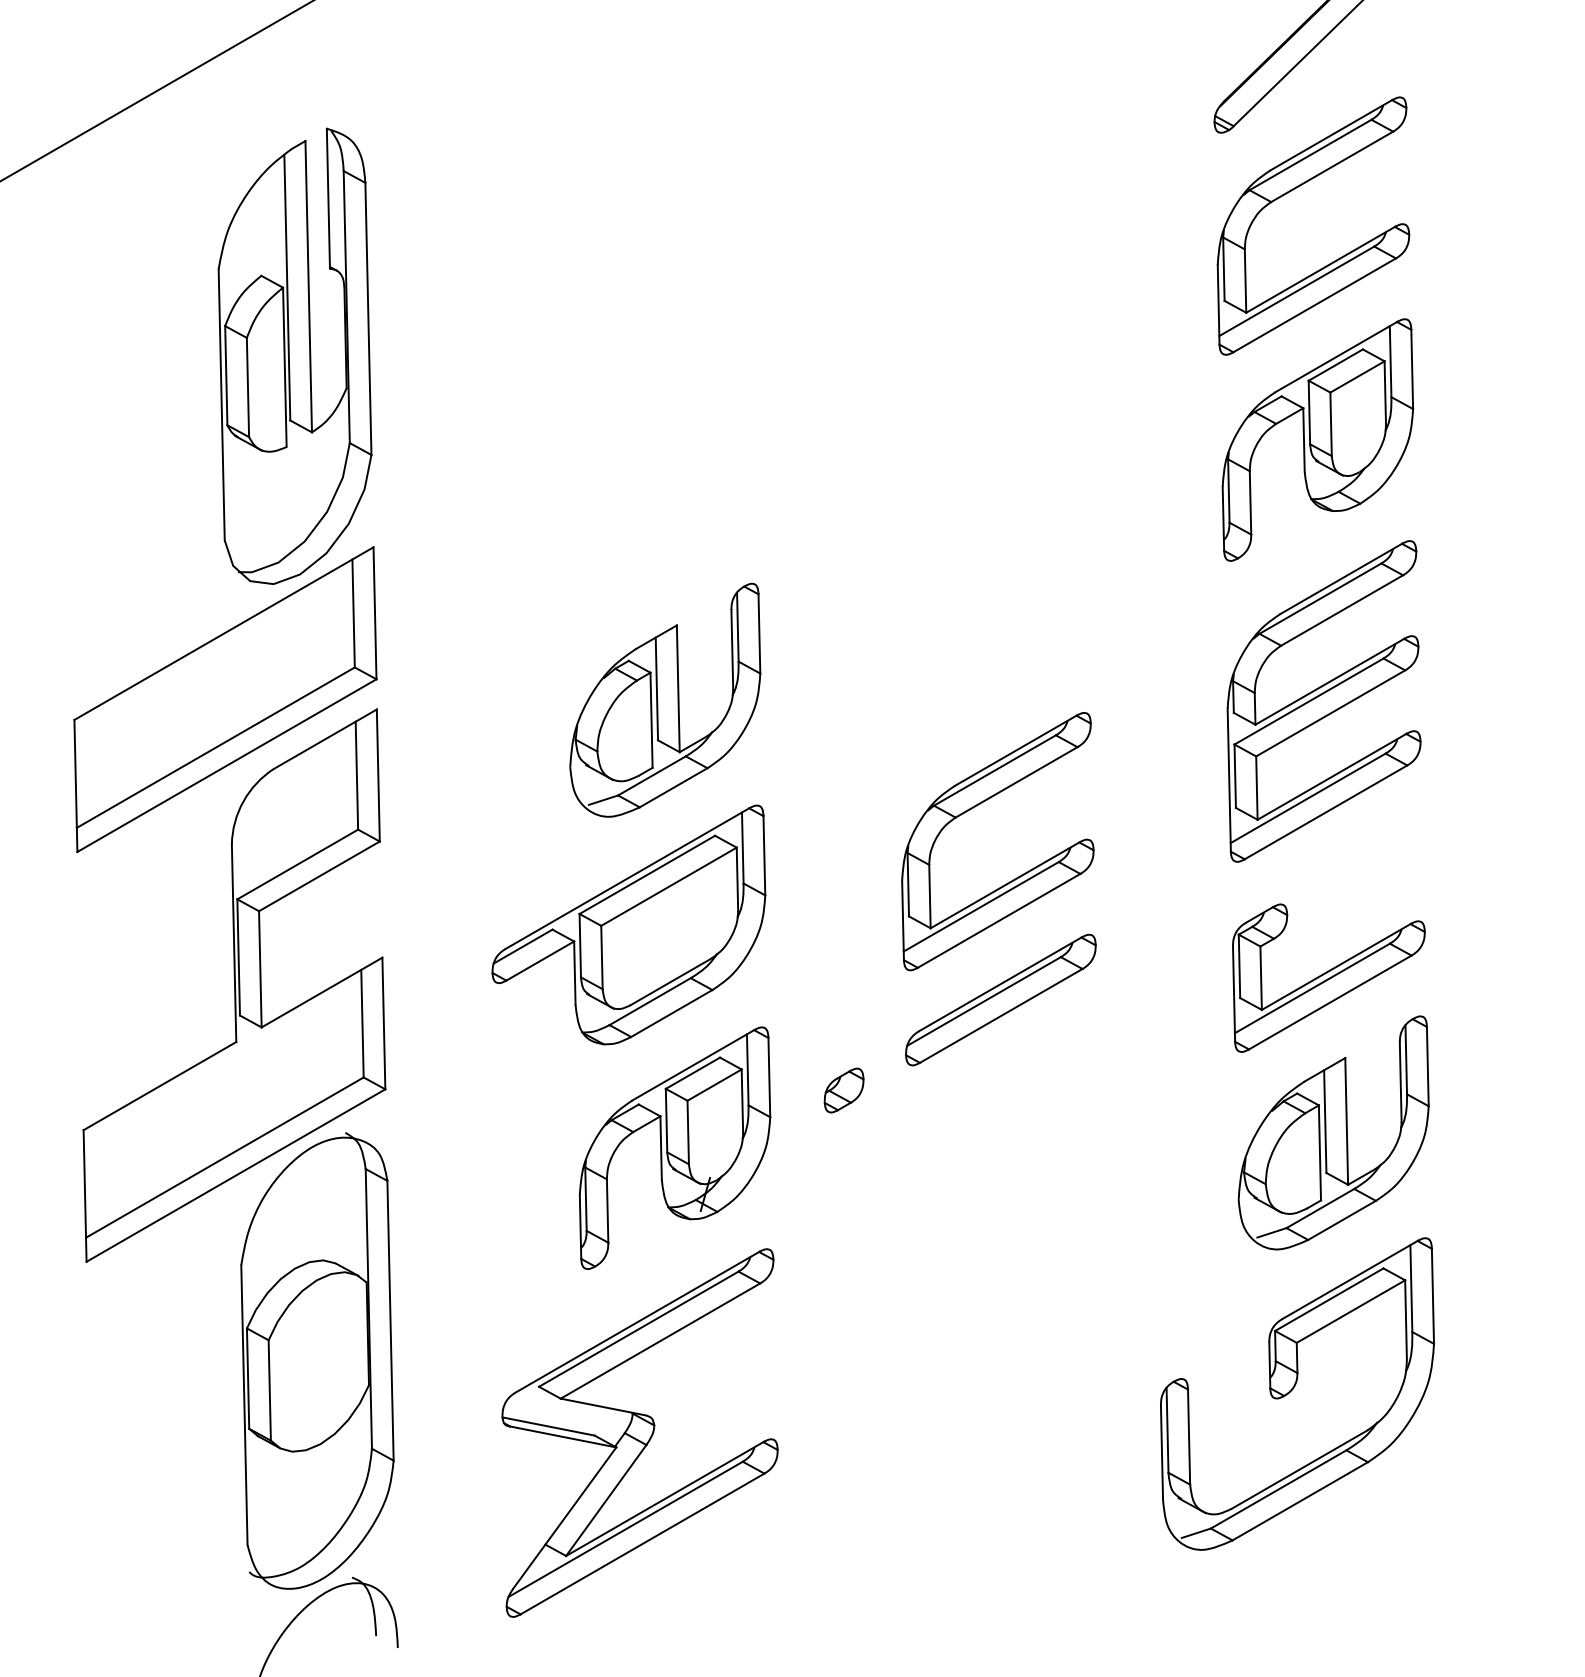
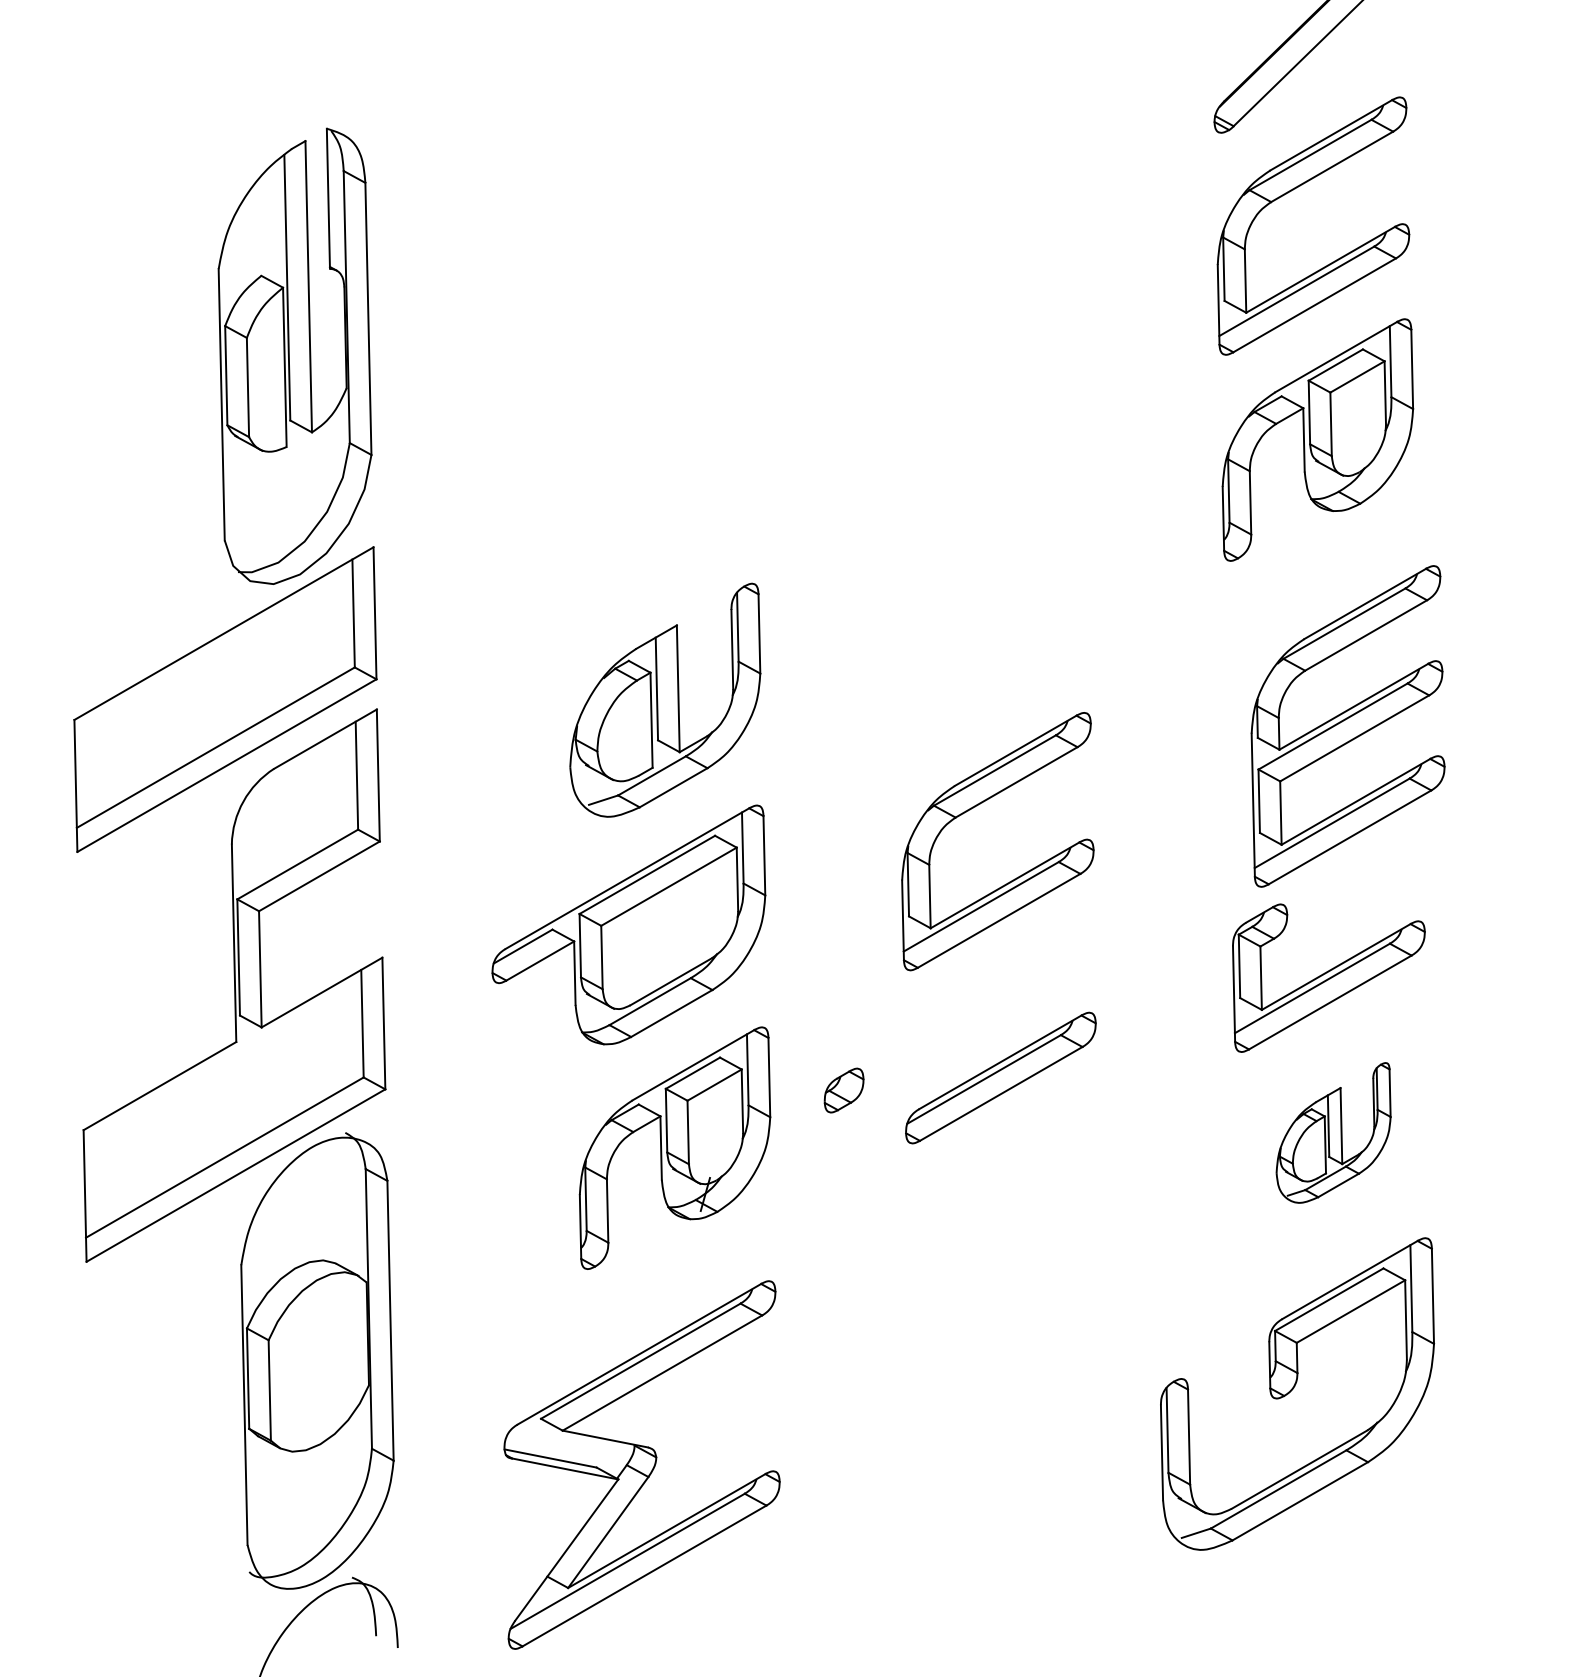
line at (156, 90): present -> none
part at (1323, 701) position: (1323, 701) -> (1347, 726)
part at (1000, 999) position: (1000, 999) -> (1000, 1077)
part at (1333, 1132) size: 193x236 px -> 117x142 px
part at (639, 1432) position: (639, 1432) -> (641, 1464)
